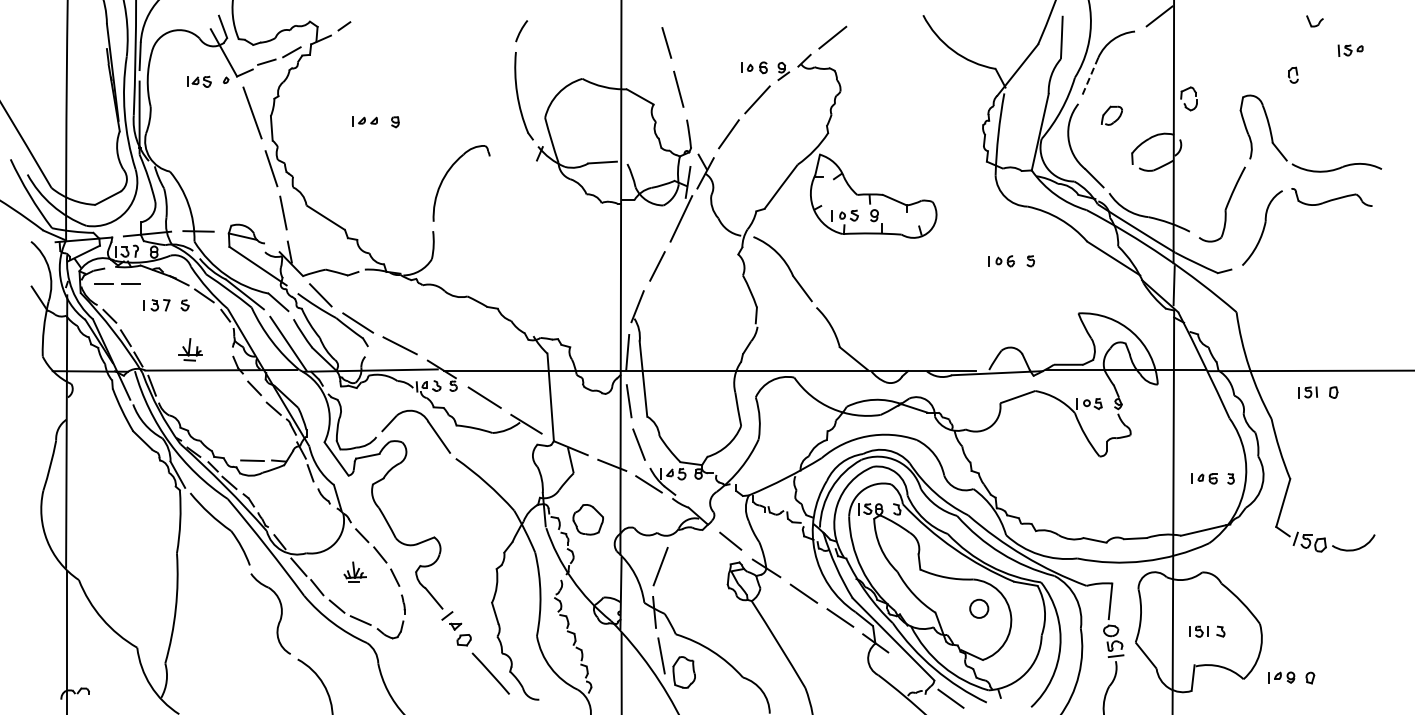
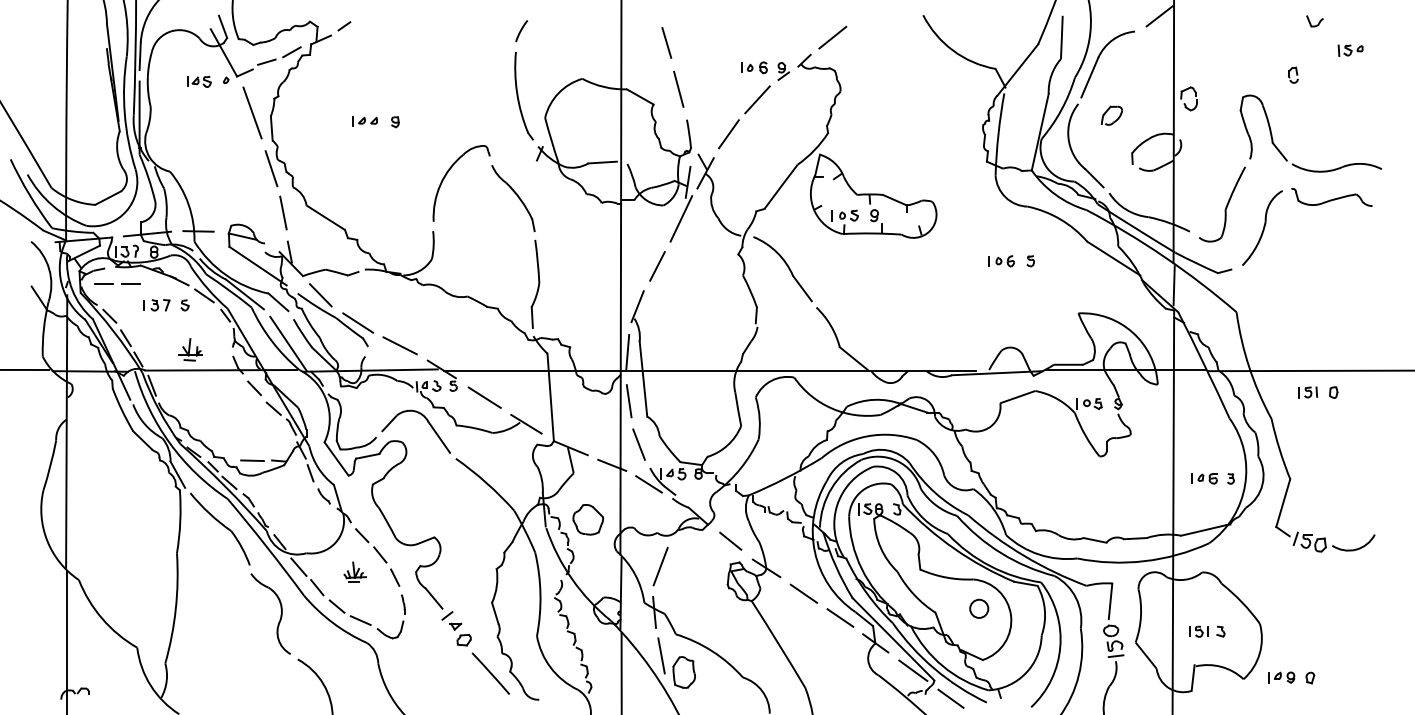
line at (1089, 77): dashed -> solid
part at (534, 243): none -> present
line at (25, 369): none -> present
line at (913, 670): none -> present
